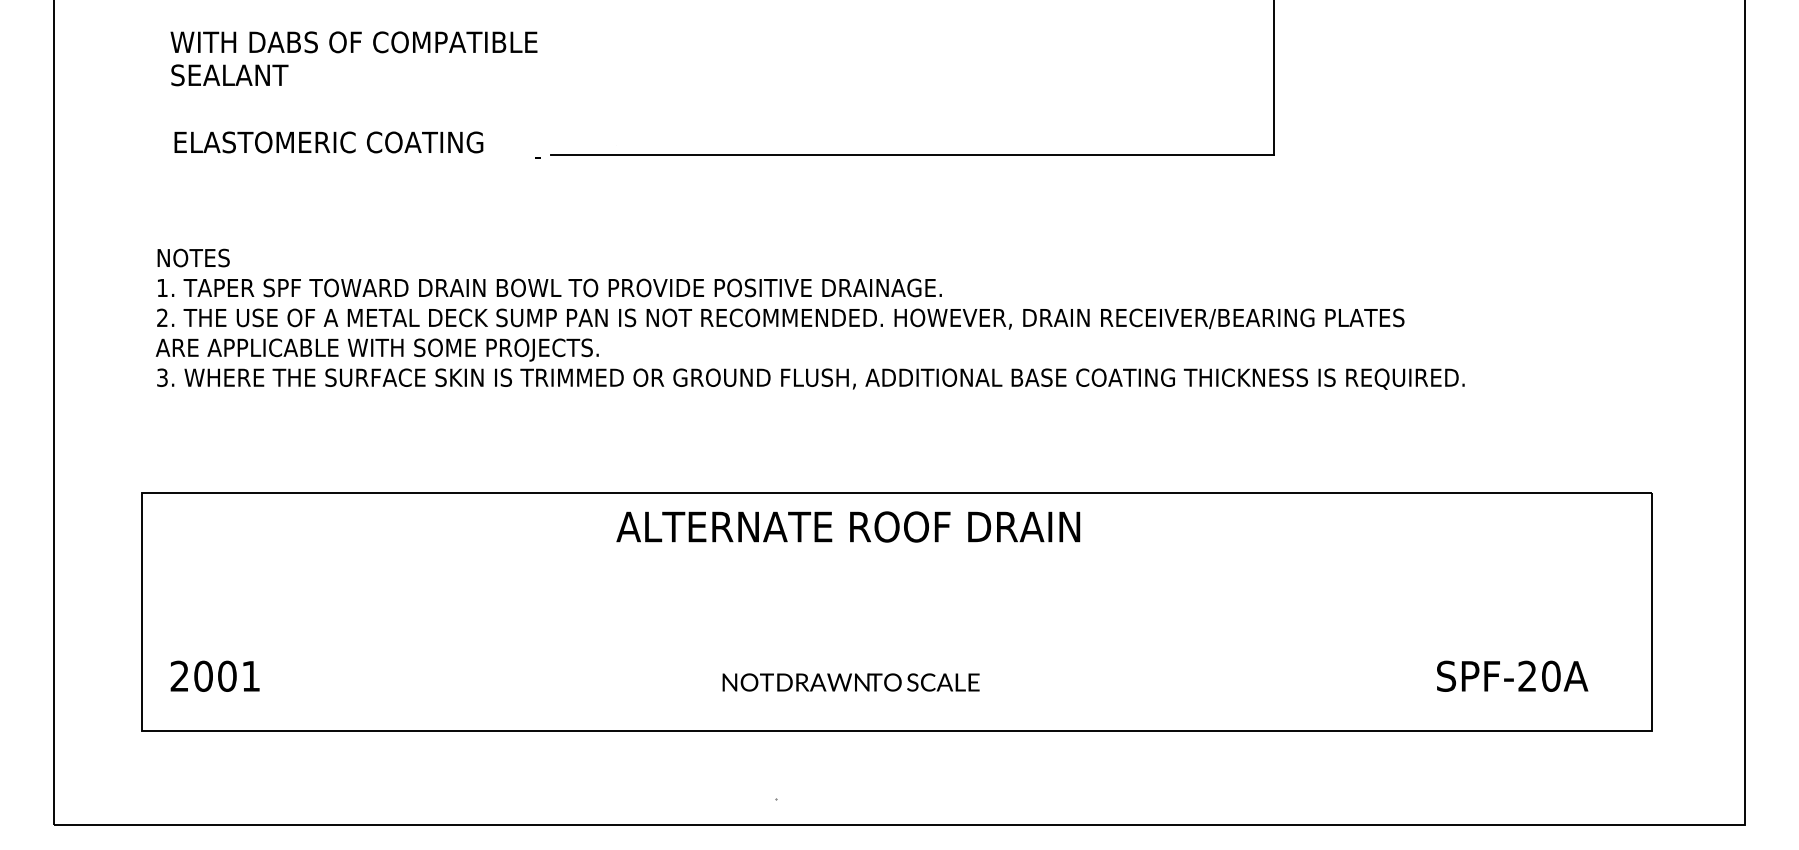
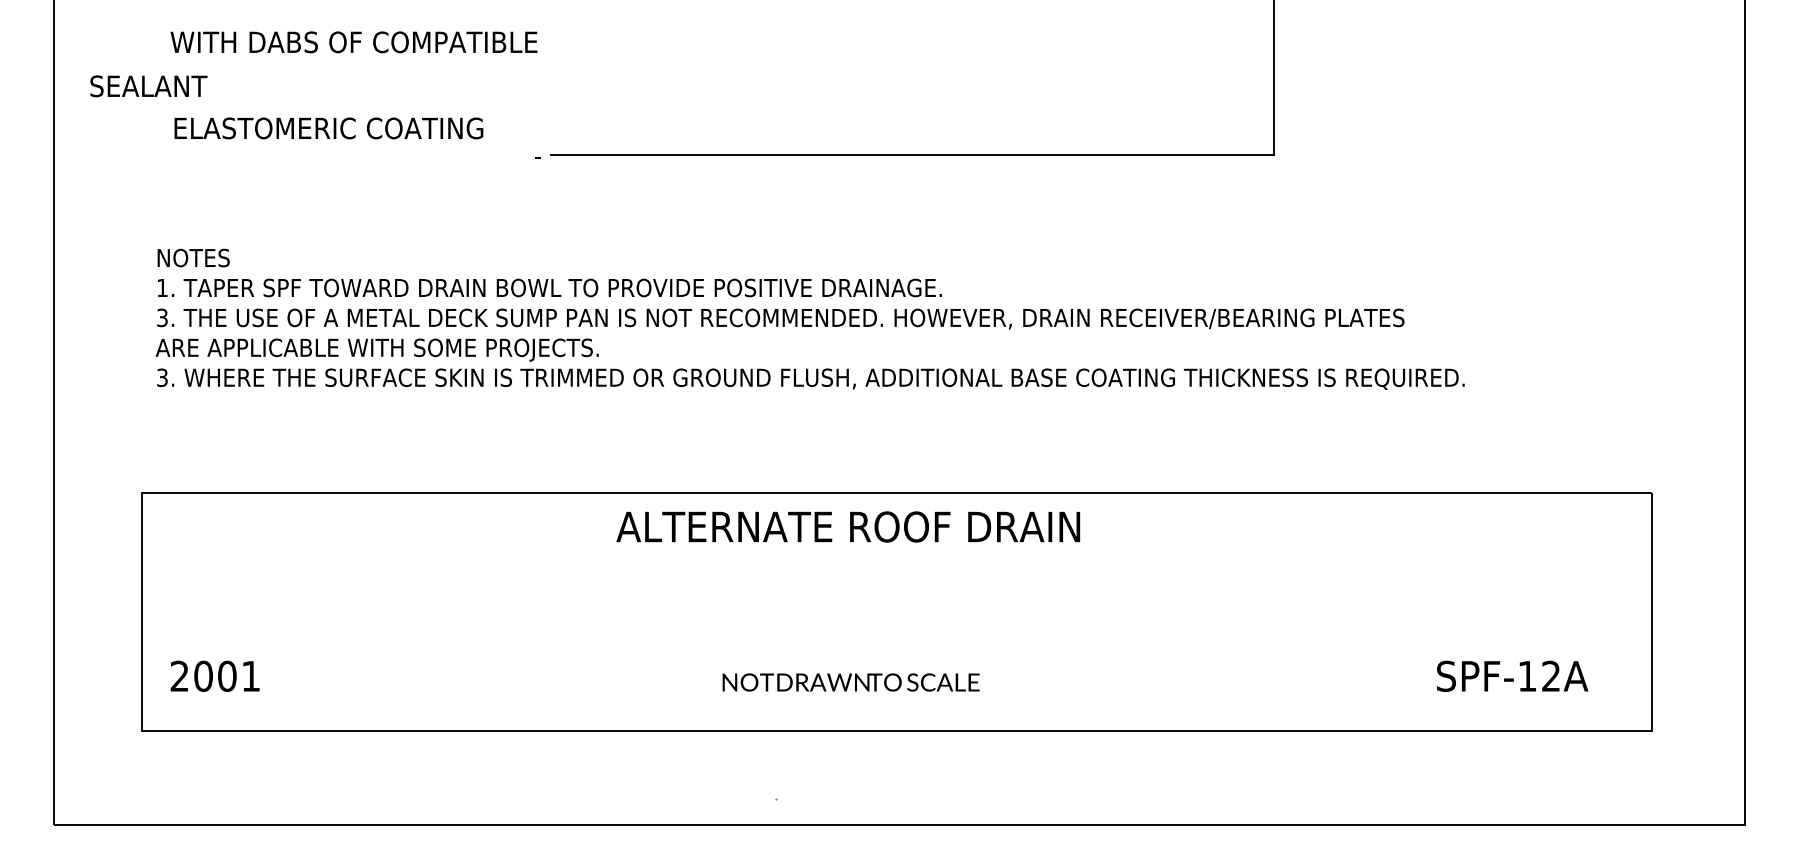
text at (229, 75) position: (229, 75) -> (148, 86)
text at (328, 142) position: (328, 142) -> (328, 128)
text at (162, 318): 2. -> 3.
text at (1539, 675): SPF-20A -> SPF-12A
